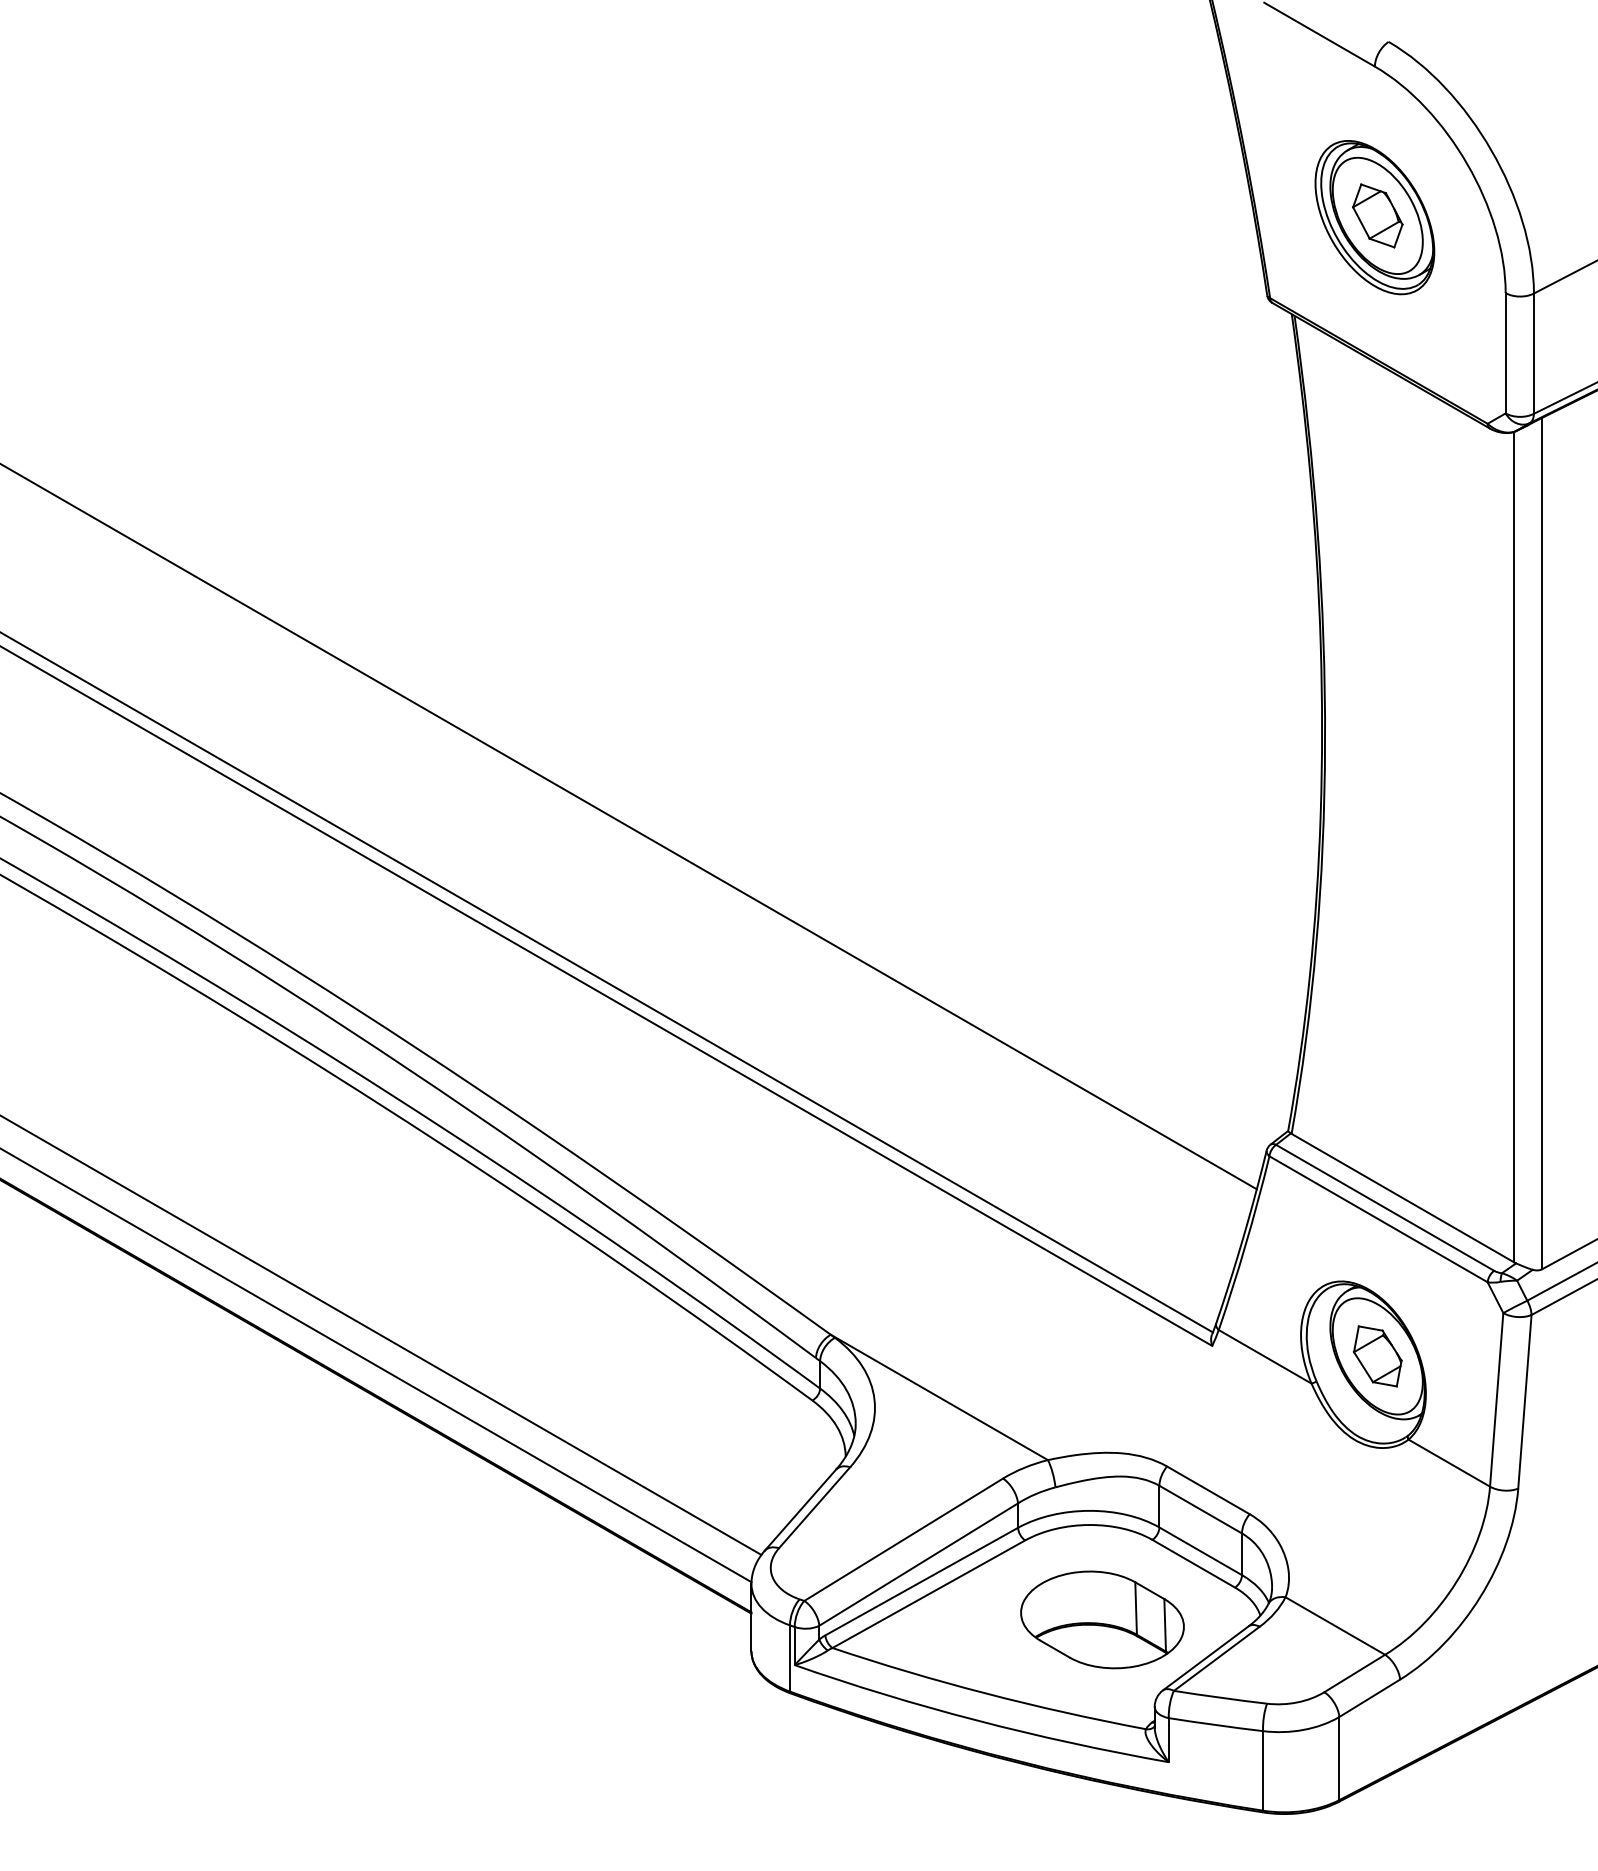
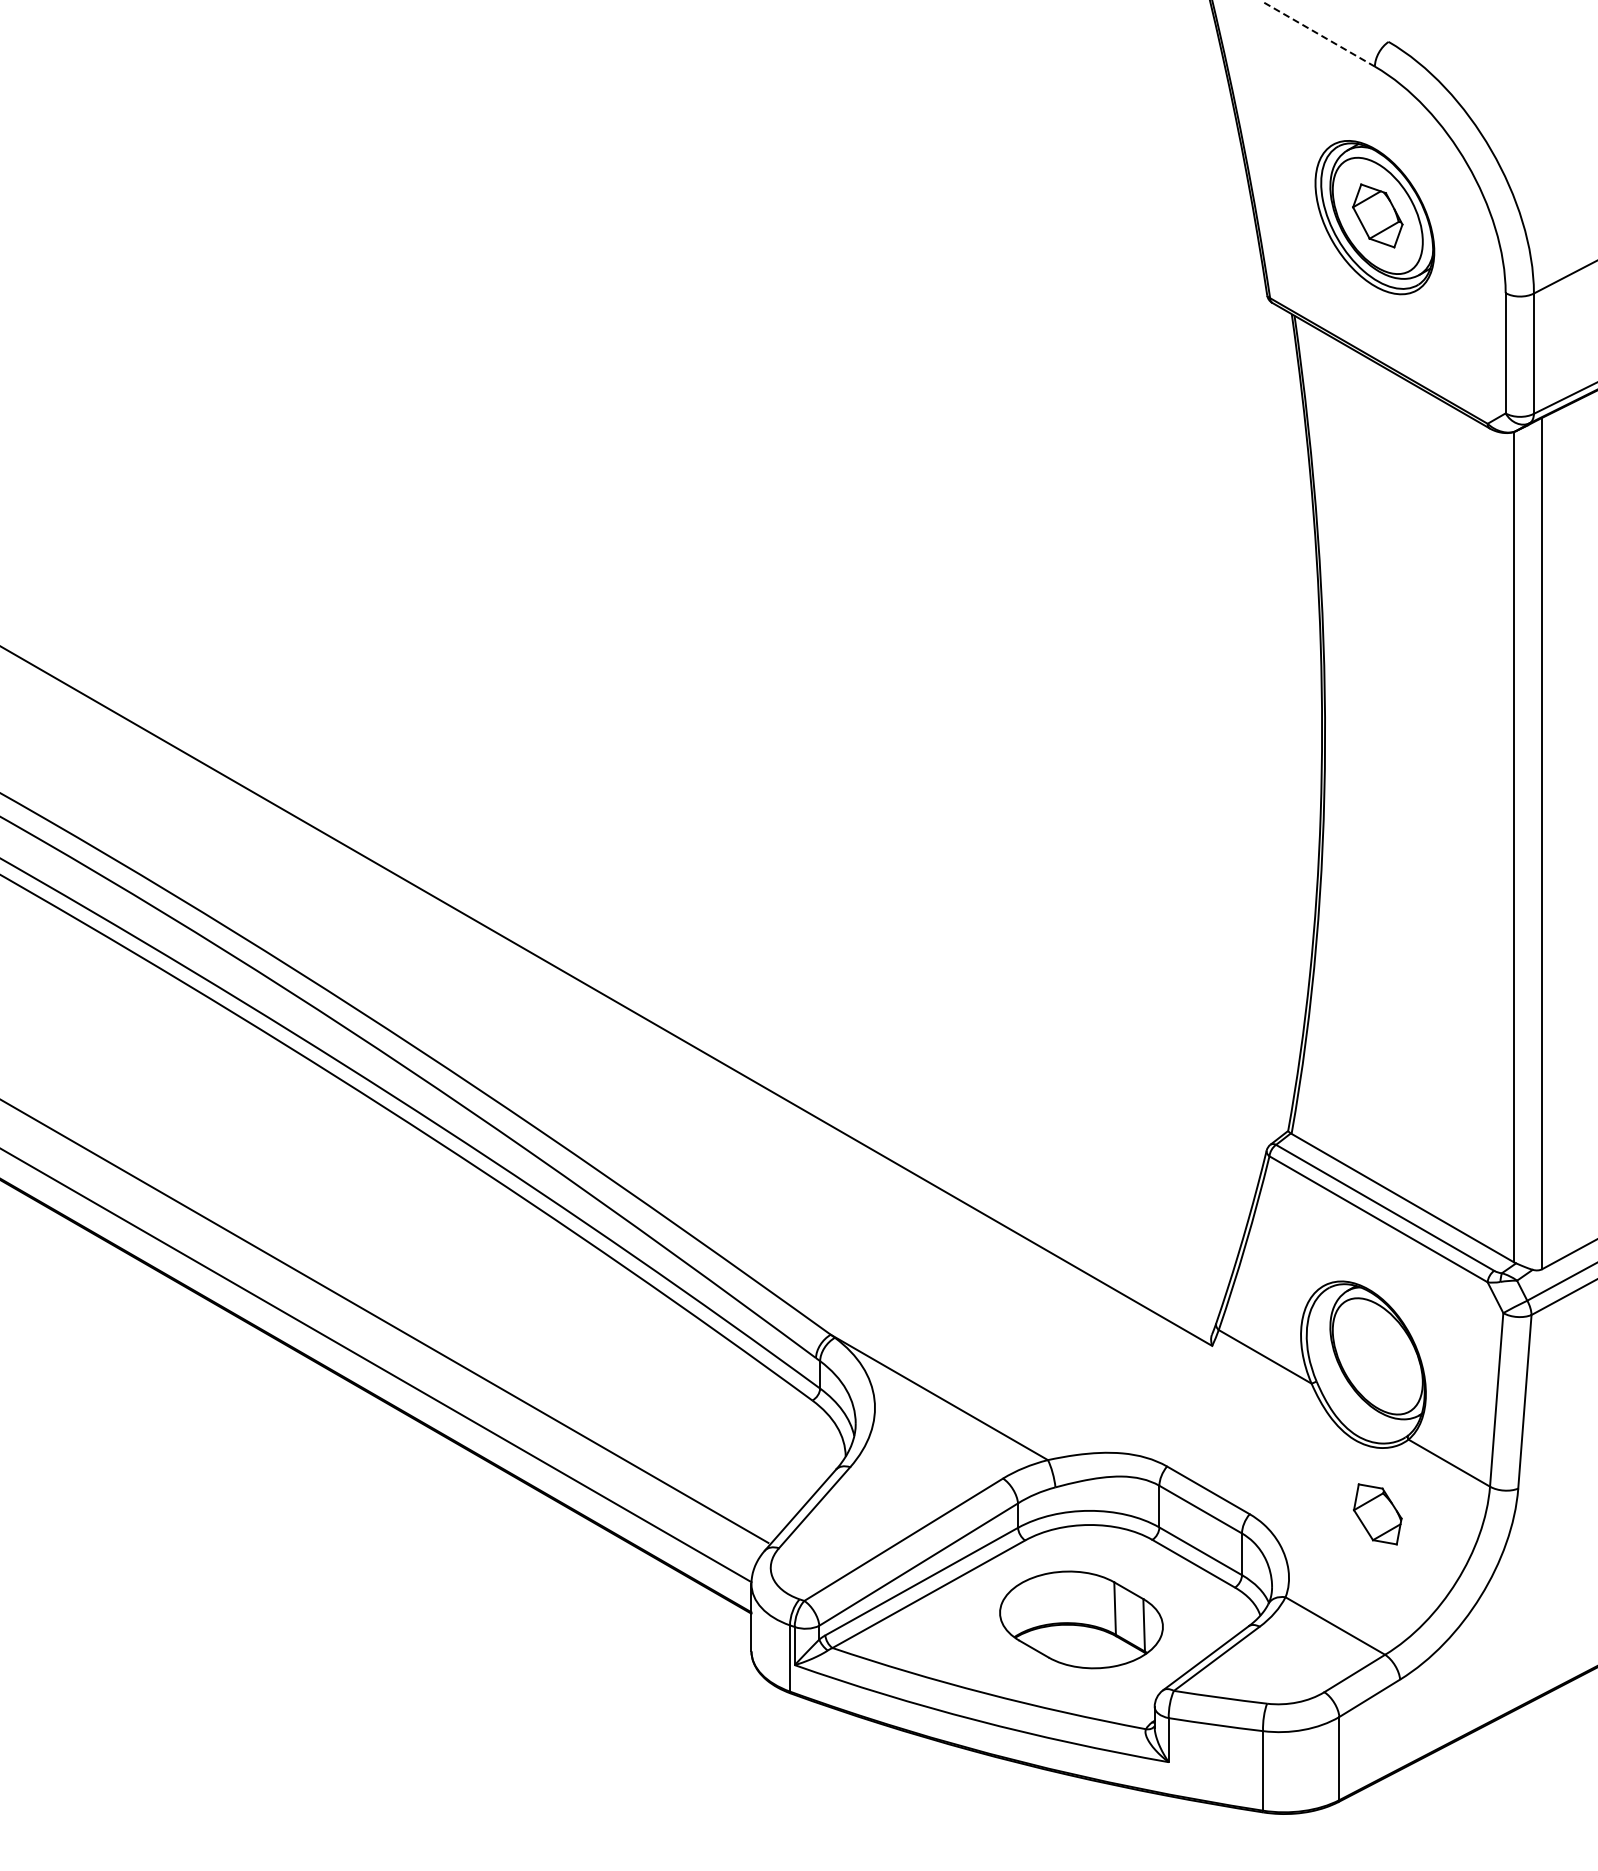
line at (1319, 34): solid -> dashed
line at (629, 826): present -> none
line at (607, 982): present -> none
line at (381, 1335) position: (381, 1335) -> (385, 1321)
part at (1377, 1356) position: (1377, 1356) -> (1377, 1514)
part at (1102, 1619) position: (1102, 1619) -> (1081, 1619)
